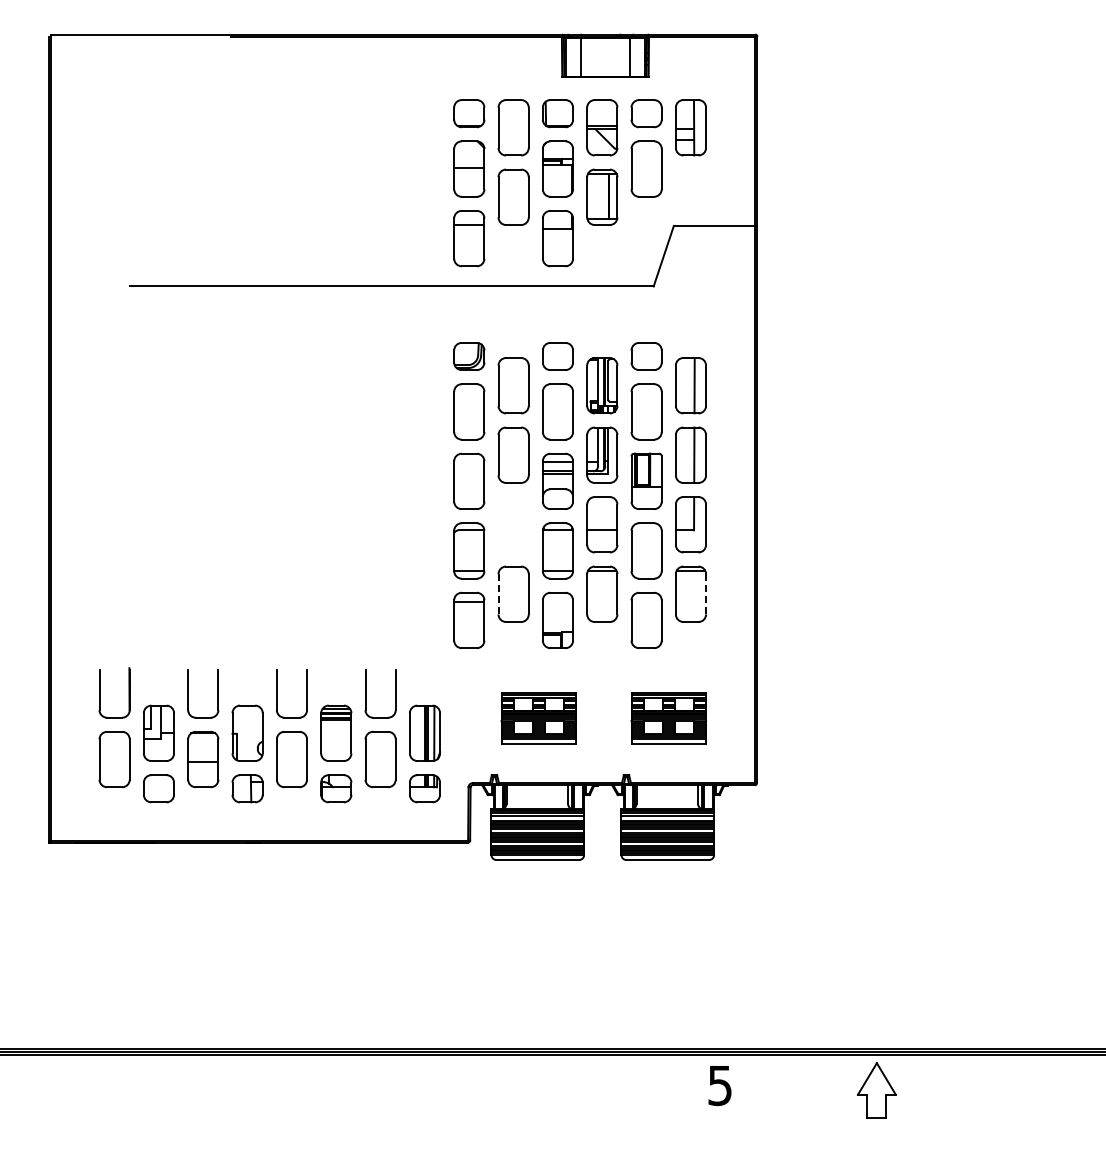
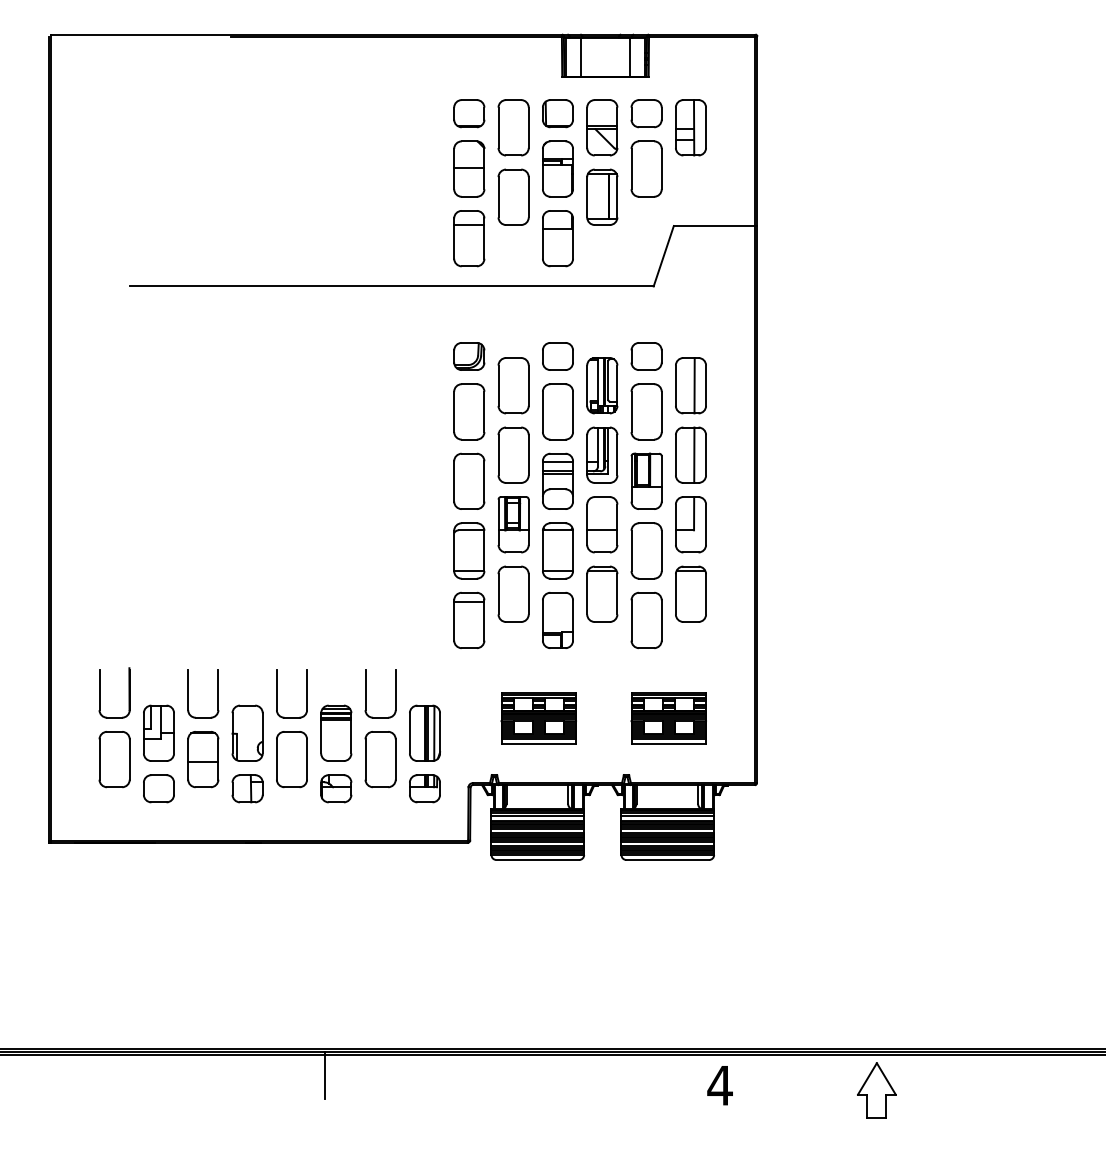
part at (513, 524): none -> present
line at (706, 593): dashed -> solid
line at (498, 594): dashed -> solid
line at (324, 1075): none -> present
text at (719, 1086): 5 -> 4
